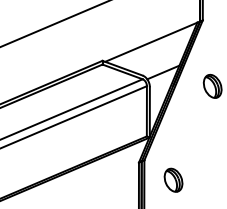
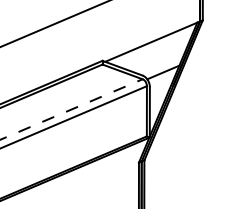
part at (212, 85): present -> none
line at (72, 109): solid -> dashed
part at (173, 179): present -> none
